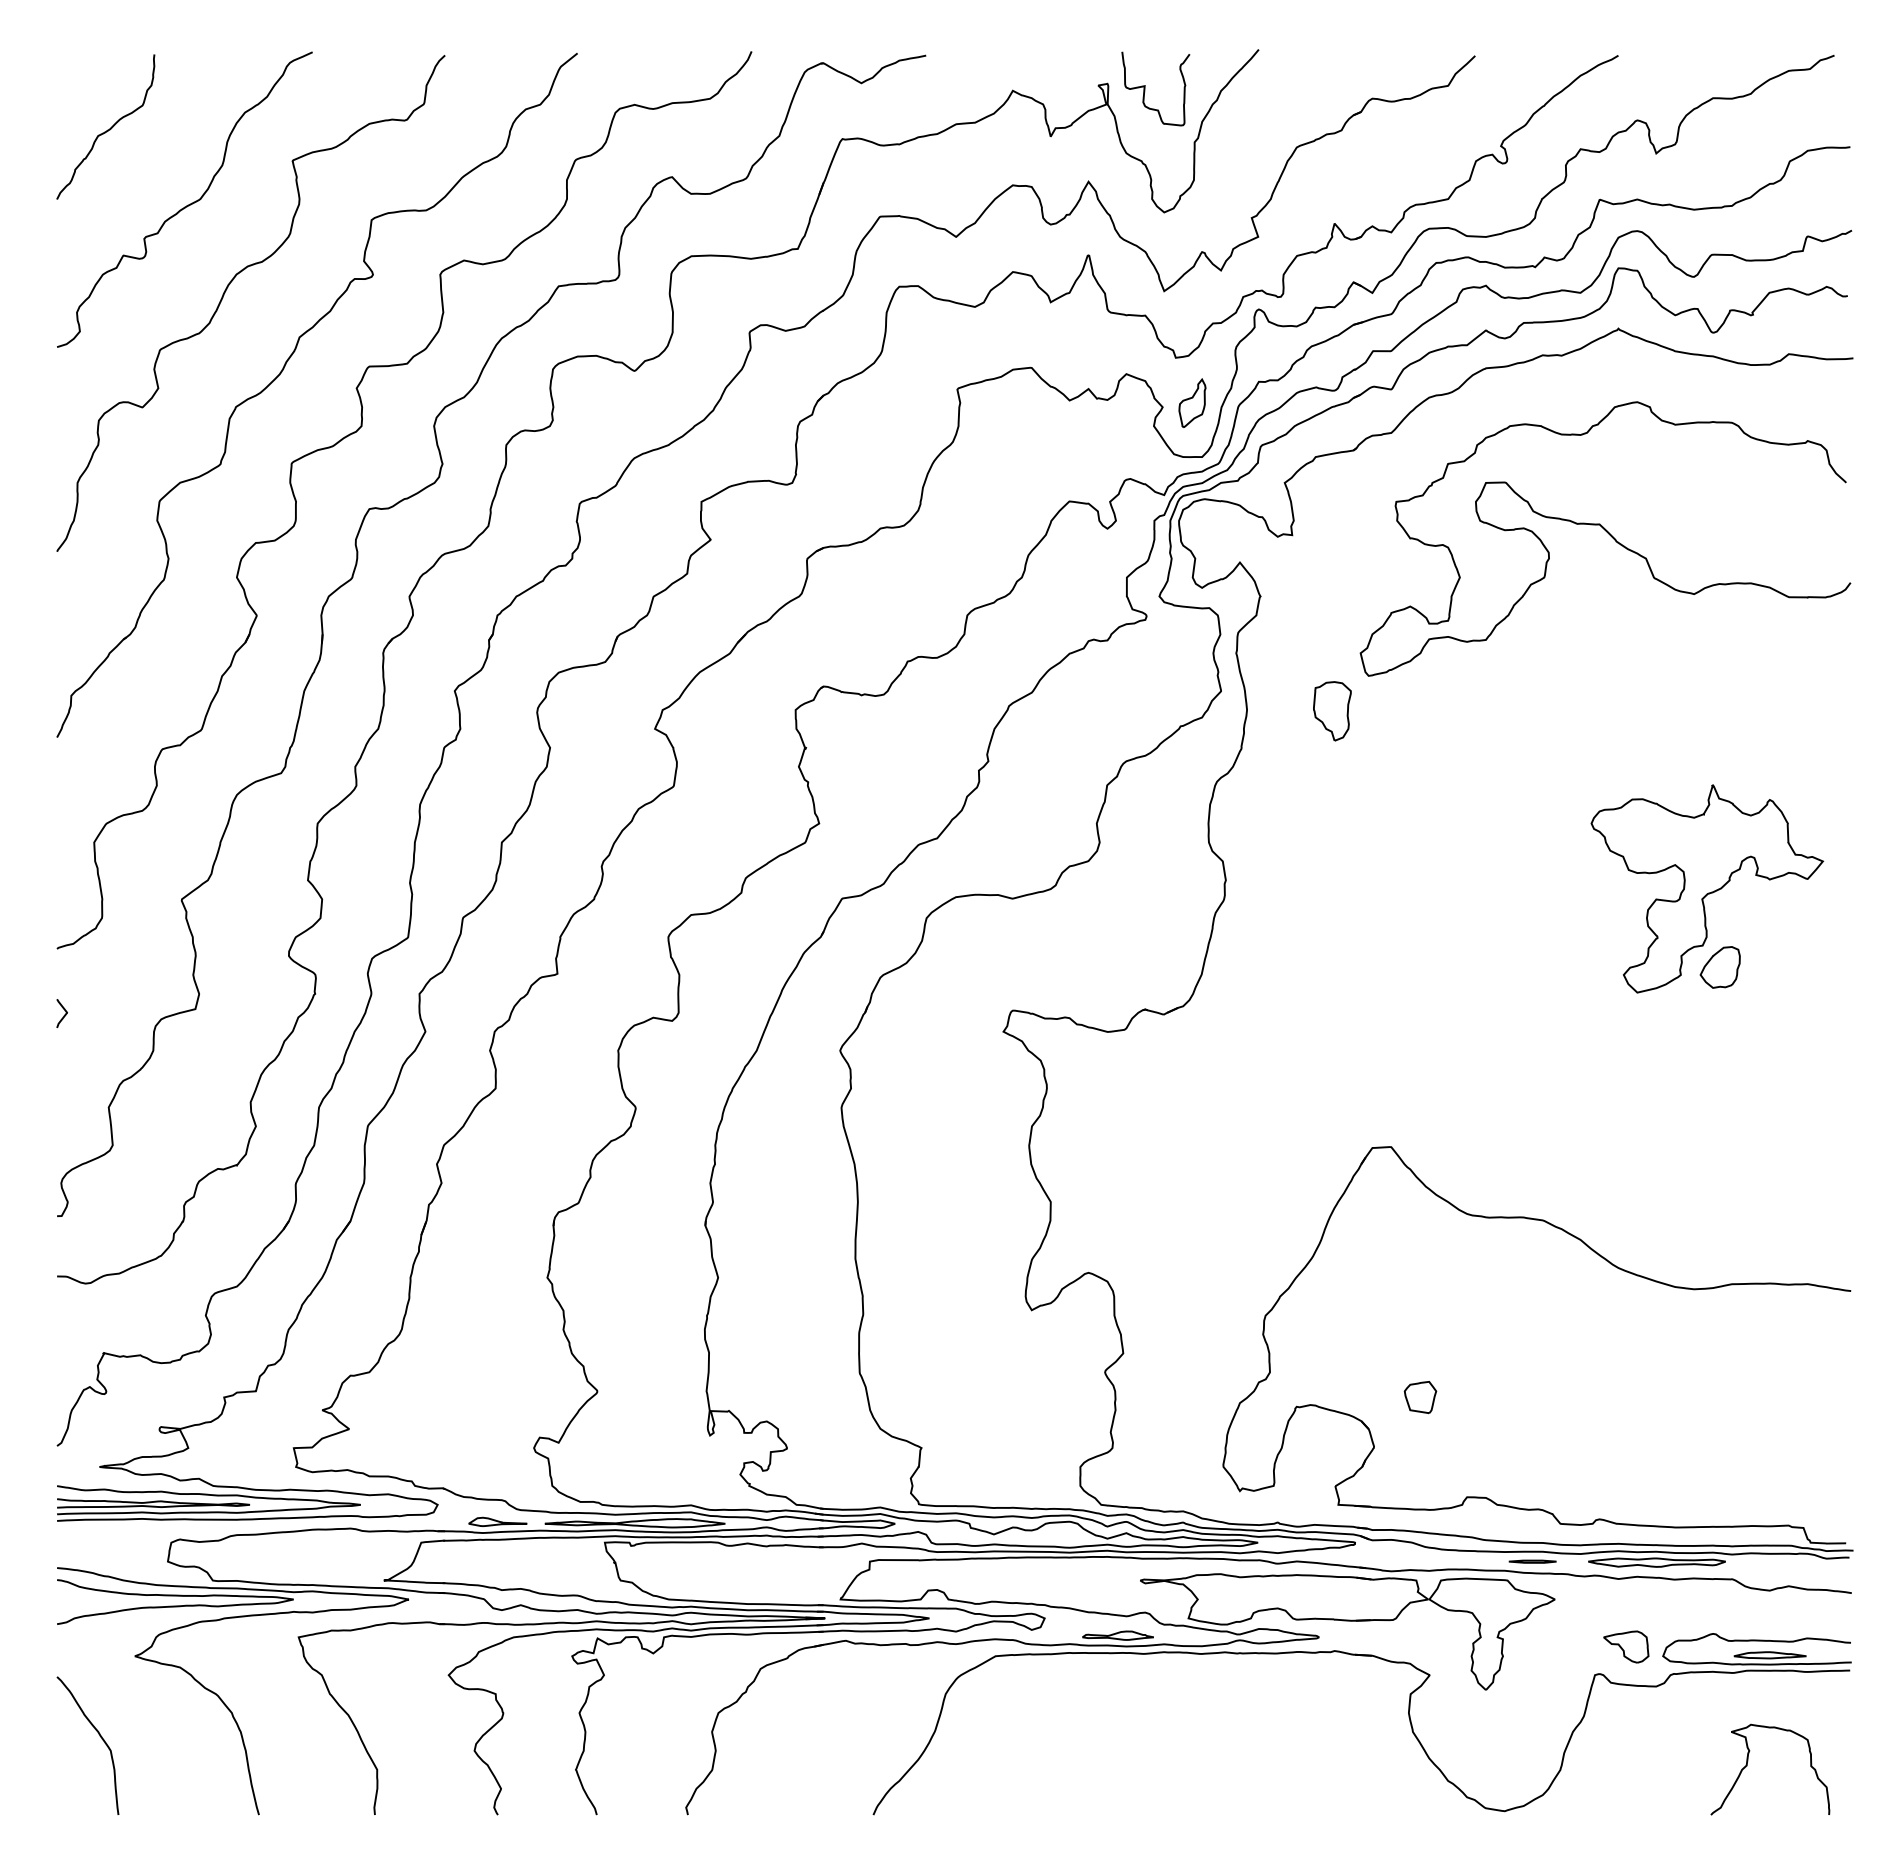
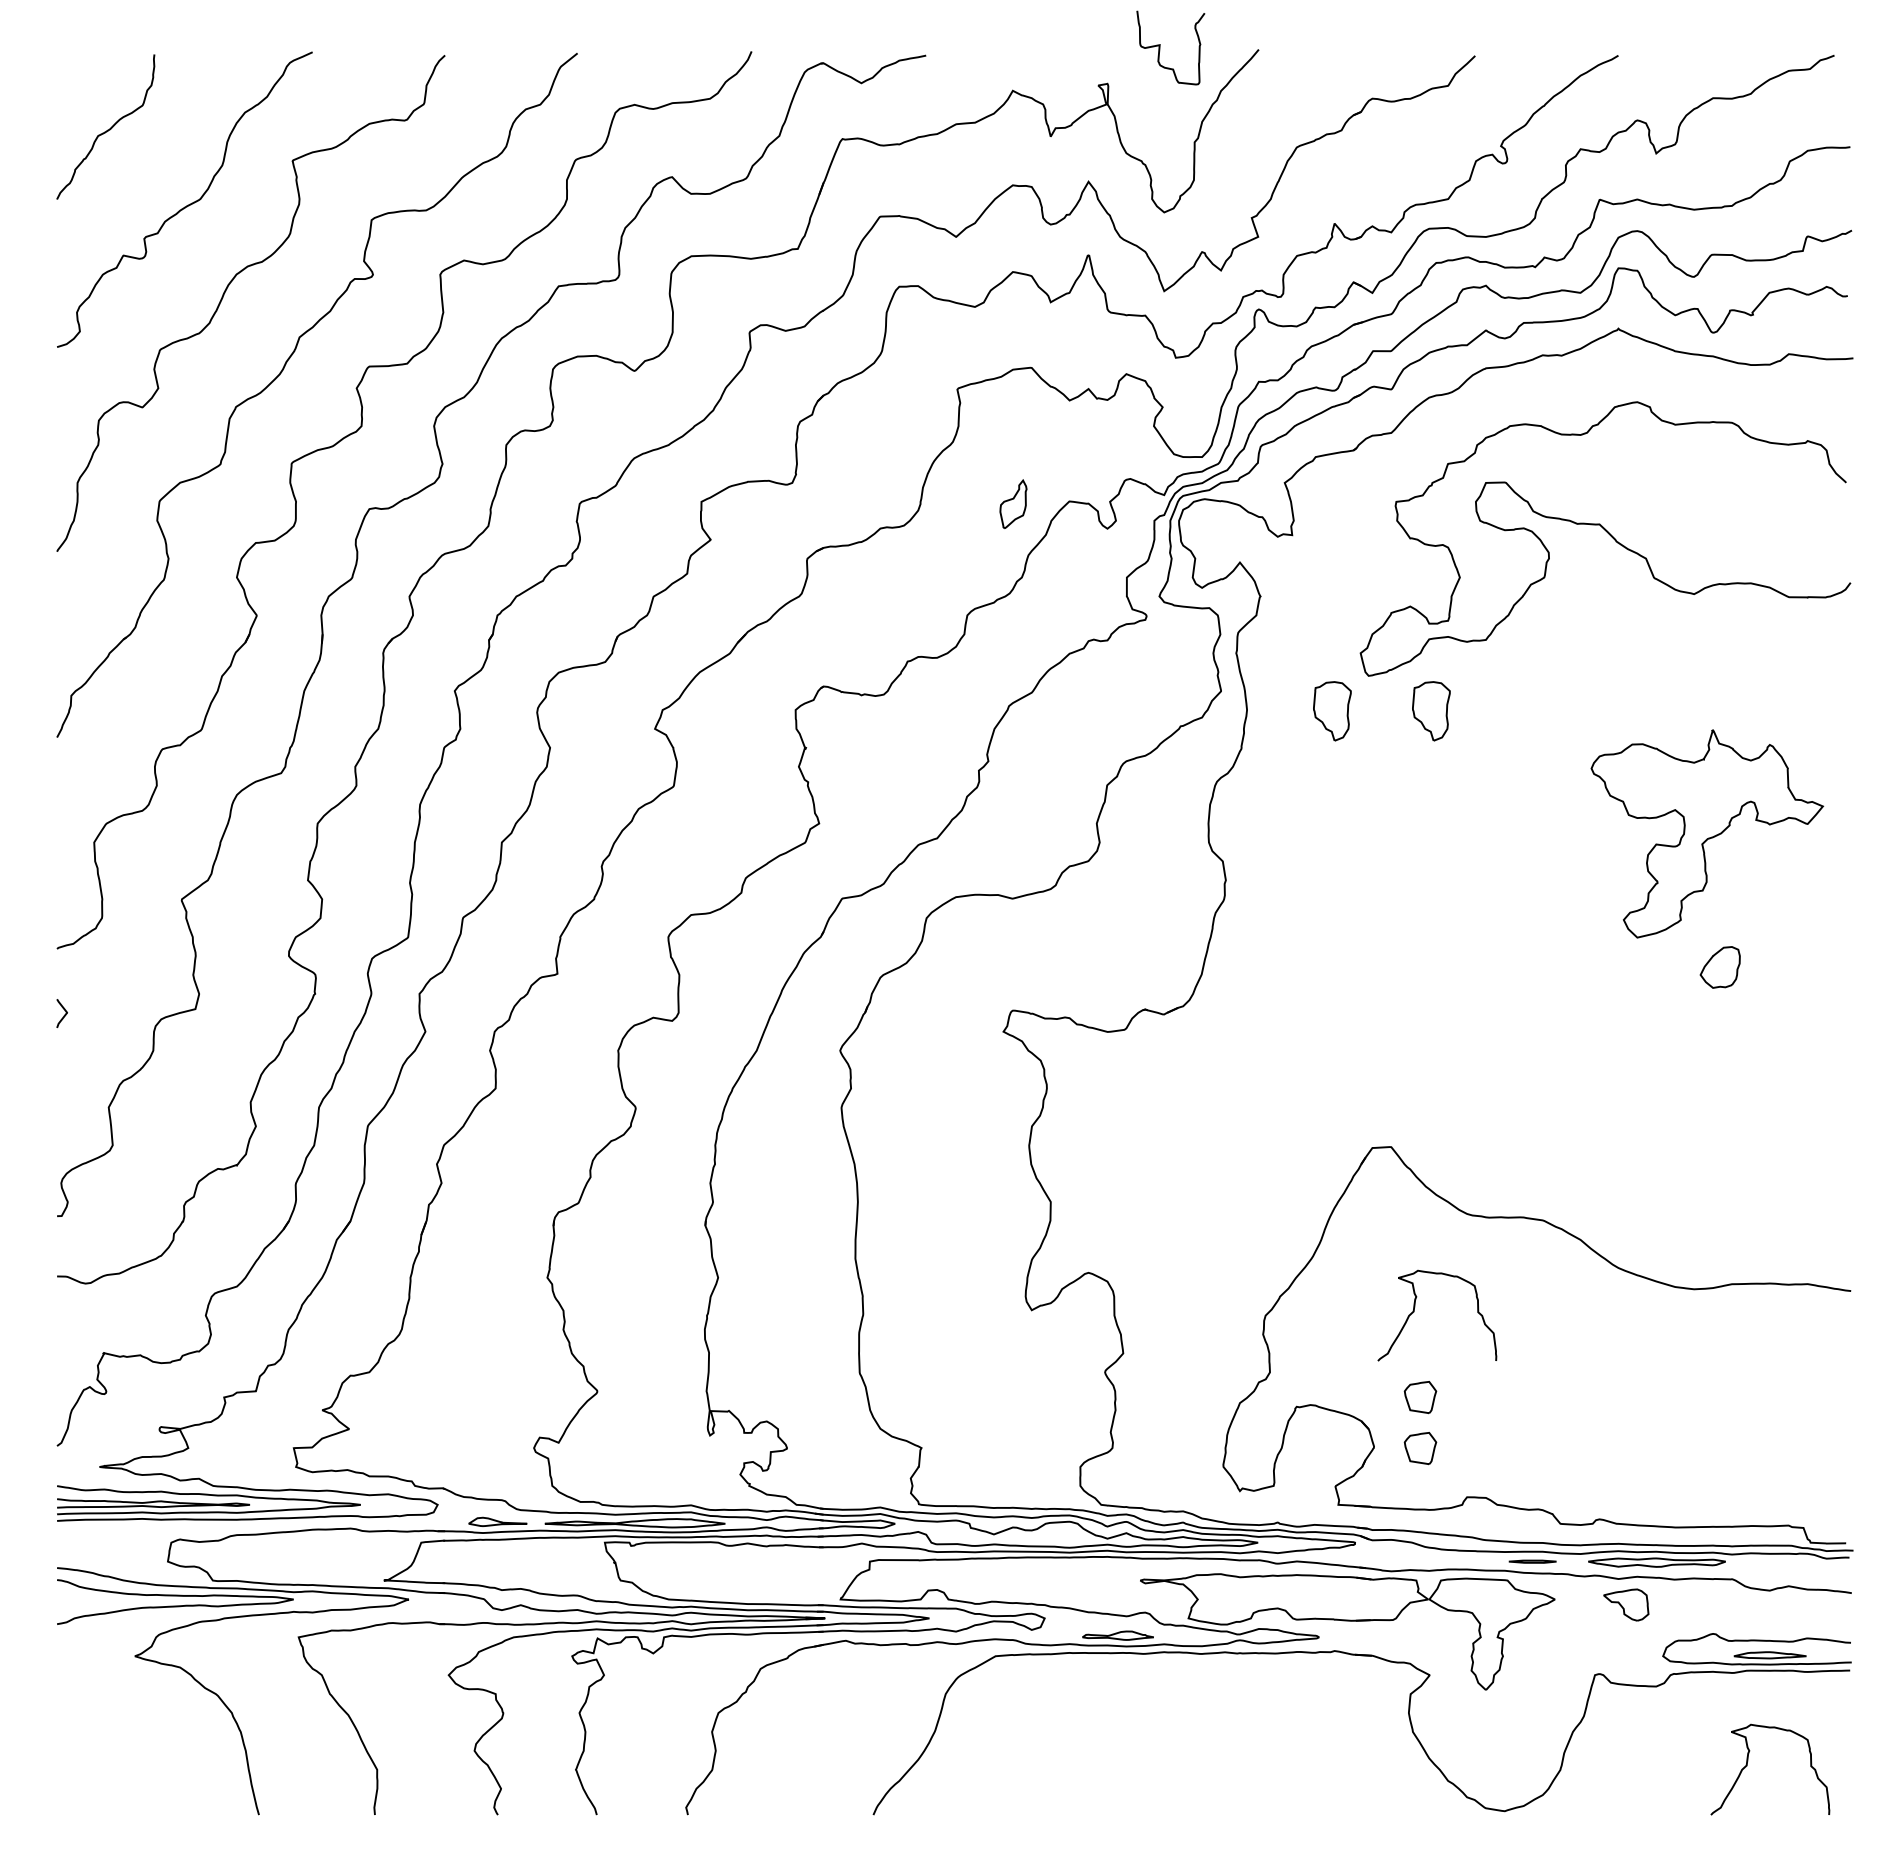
curve at (1145, 88) position: (1145, 88) -> (1160, 47)
part at (1192, 403) position: (1192, 403) -> (1013, 504)
part at (1431, 711): none -> present
part at (1707, 888) position: (1707, 888) -> (1707, 833)
curve at (1414, 1312): none -> present
part at (1420, 1448): none -> present
part at (1626, 1646) position: (1626, 1646) -> (1626, 1604)
curve at (99, 1736): present -> none
